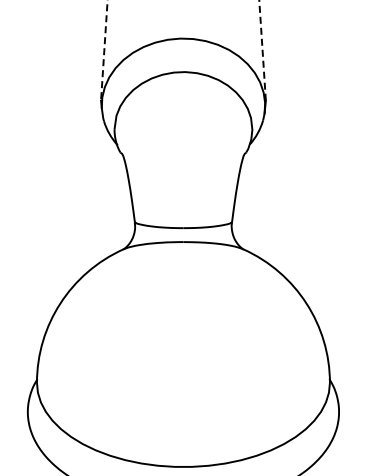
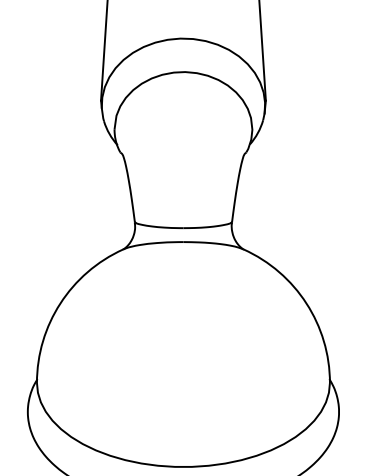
line at (262, 49): dashed -> solid
line at (104, 50): dashed -> solid
